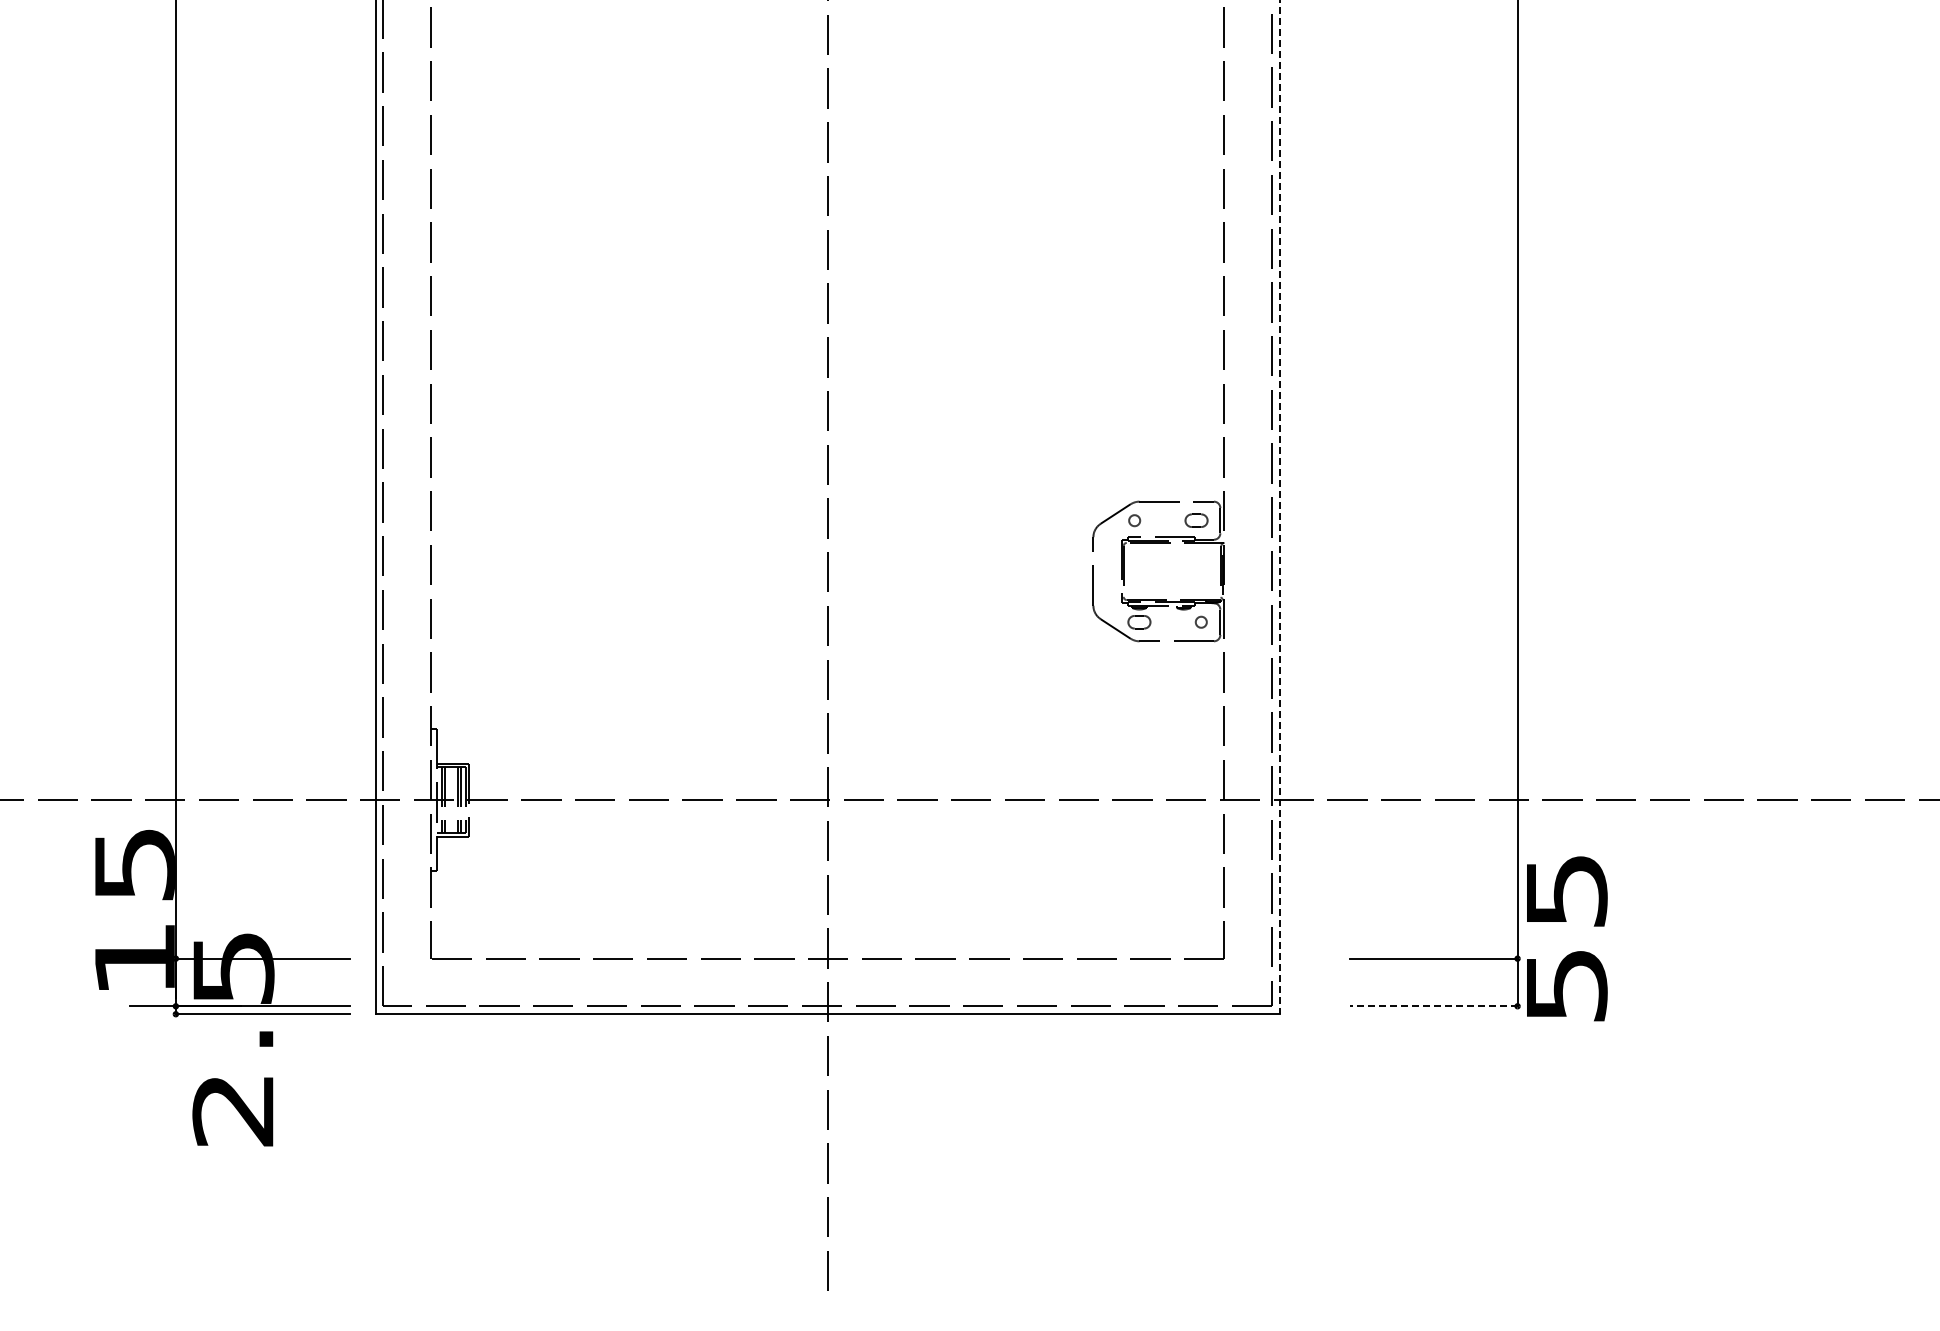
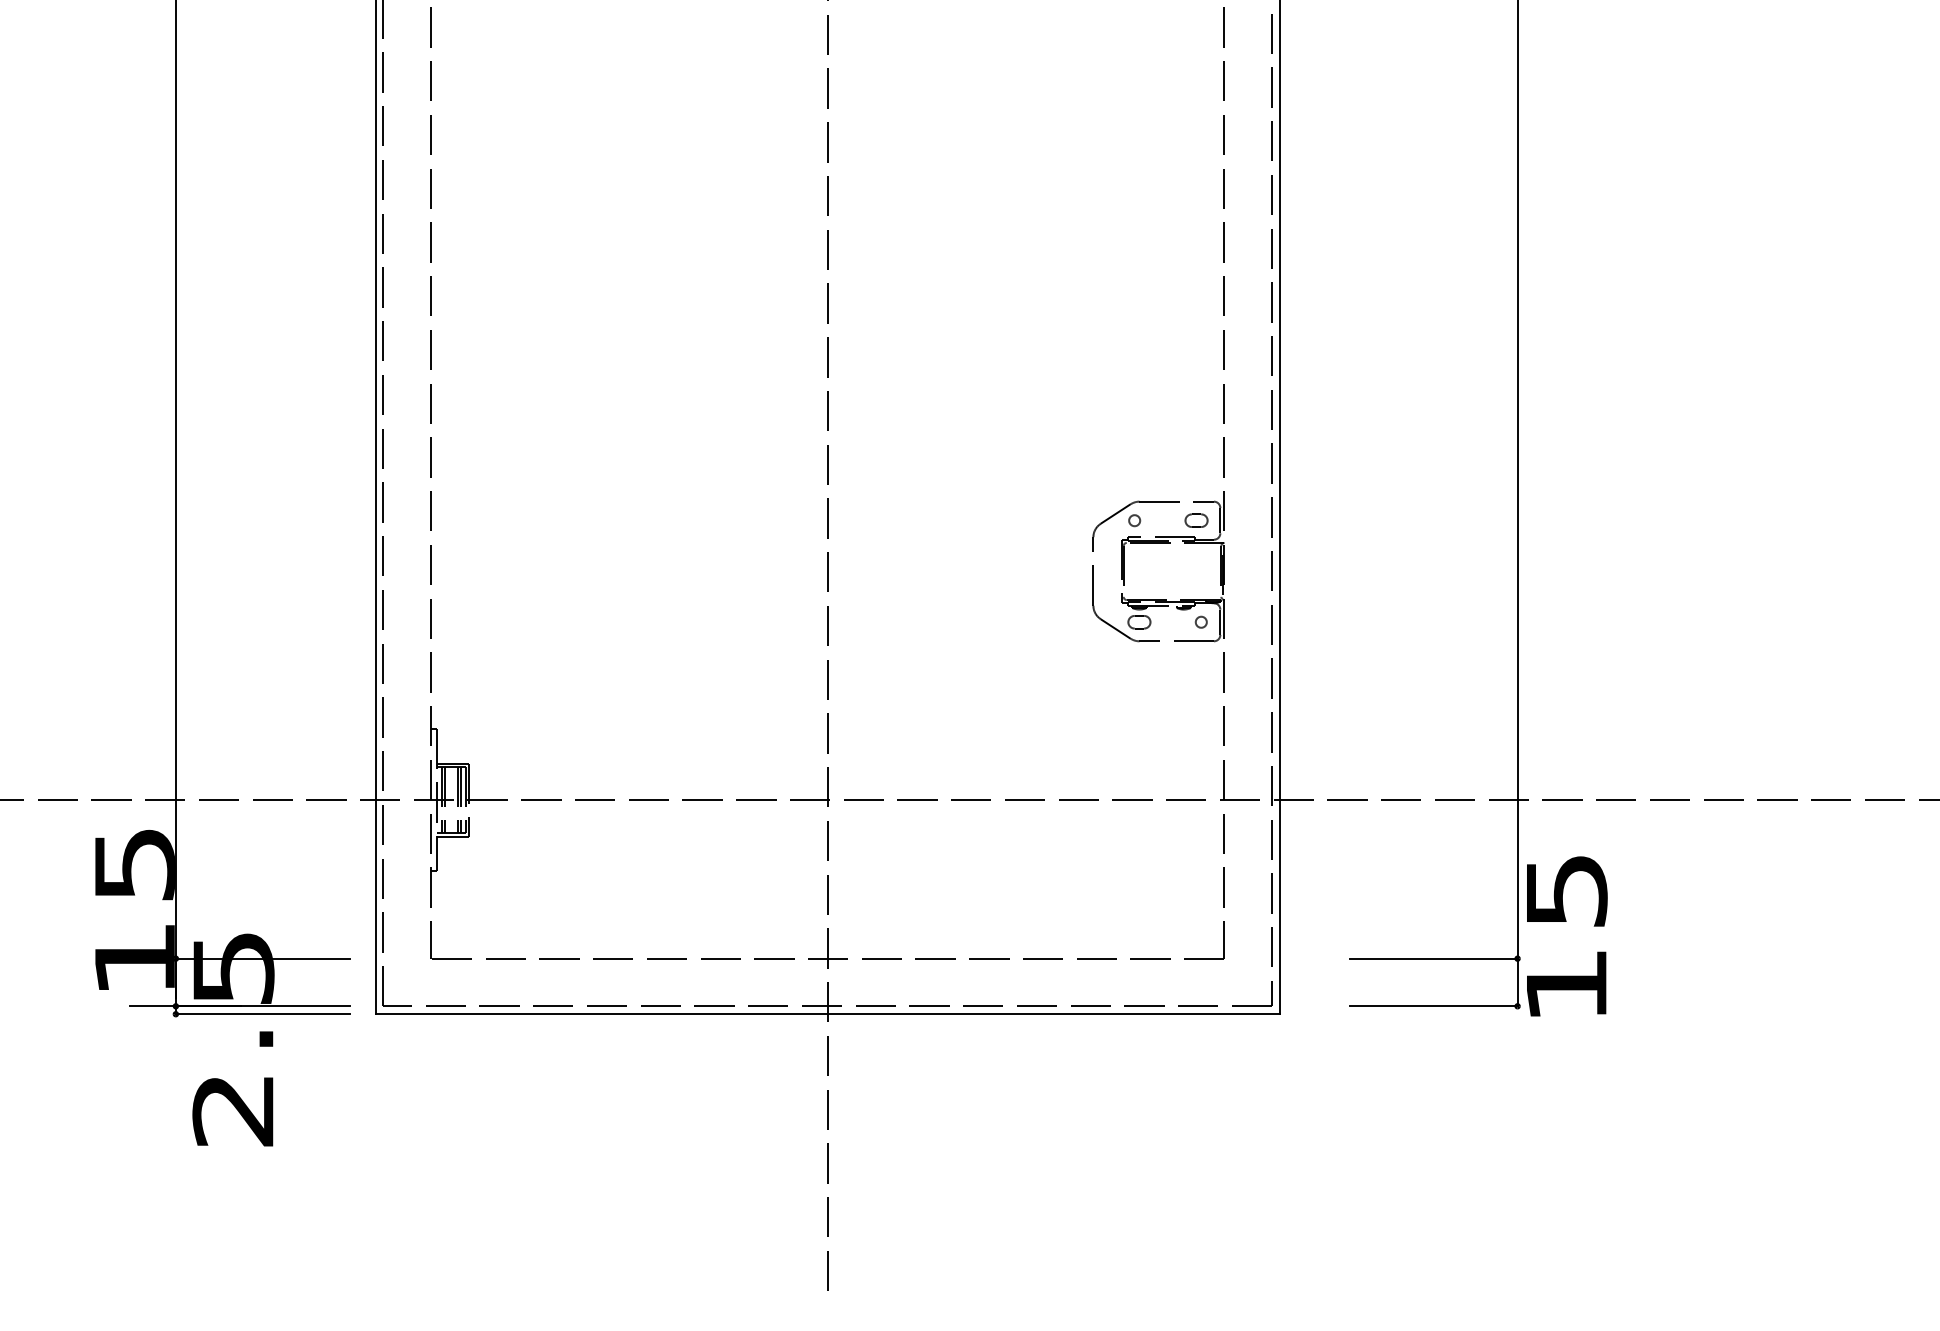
line at (1280, 507): dashed -> solid
text at (1567, 986): 55 -> 15
line at (1433, 1006): dashed -> solid
